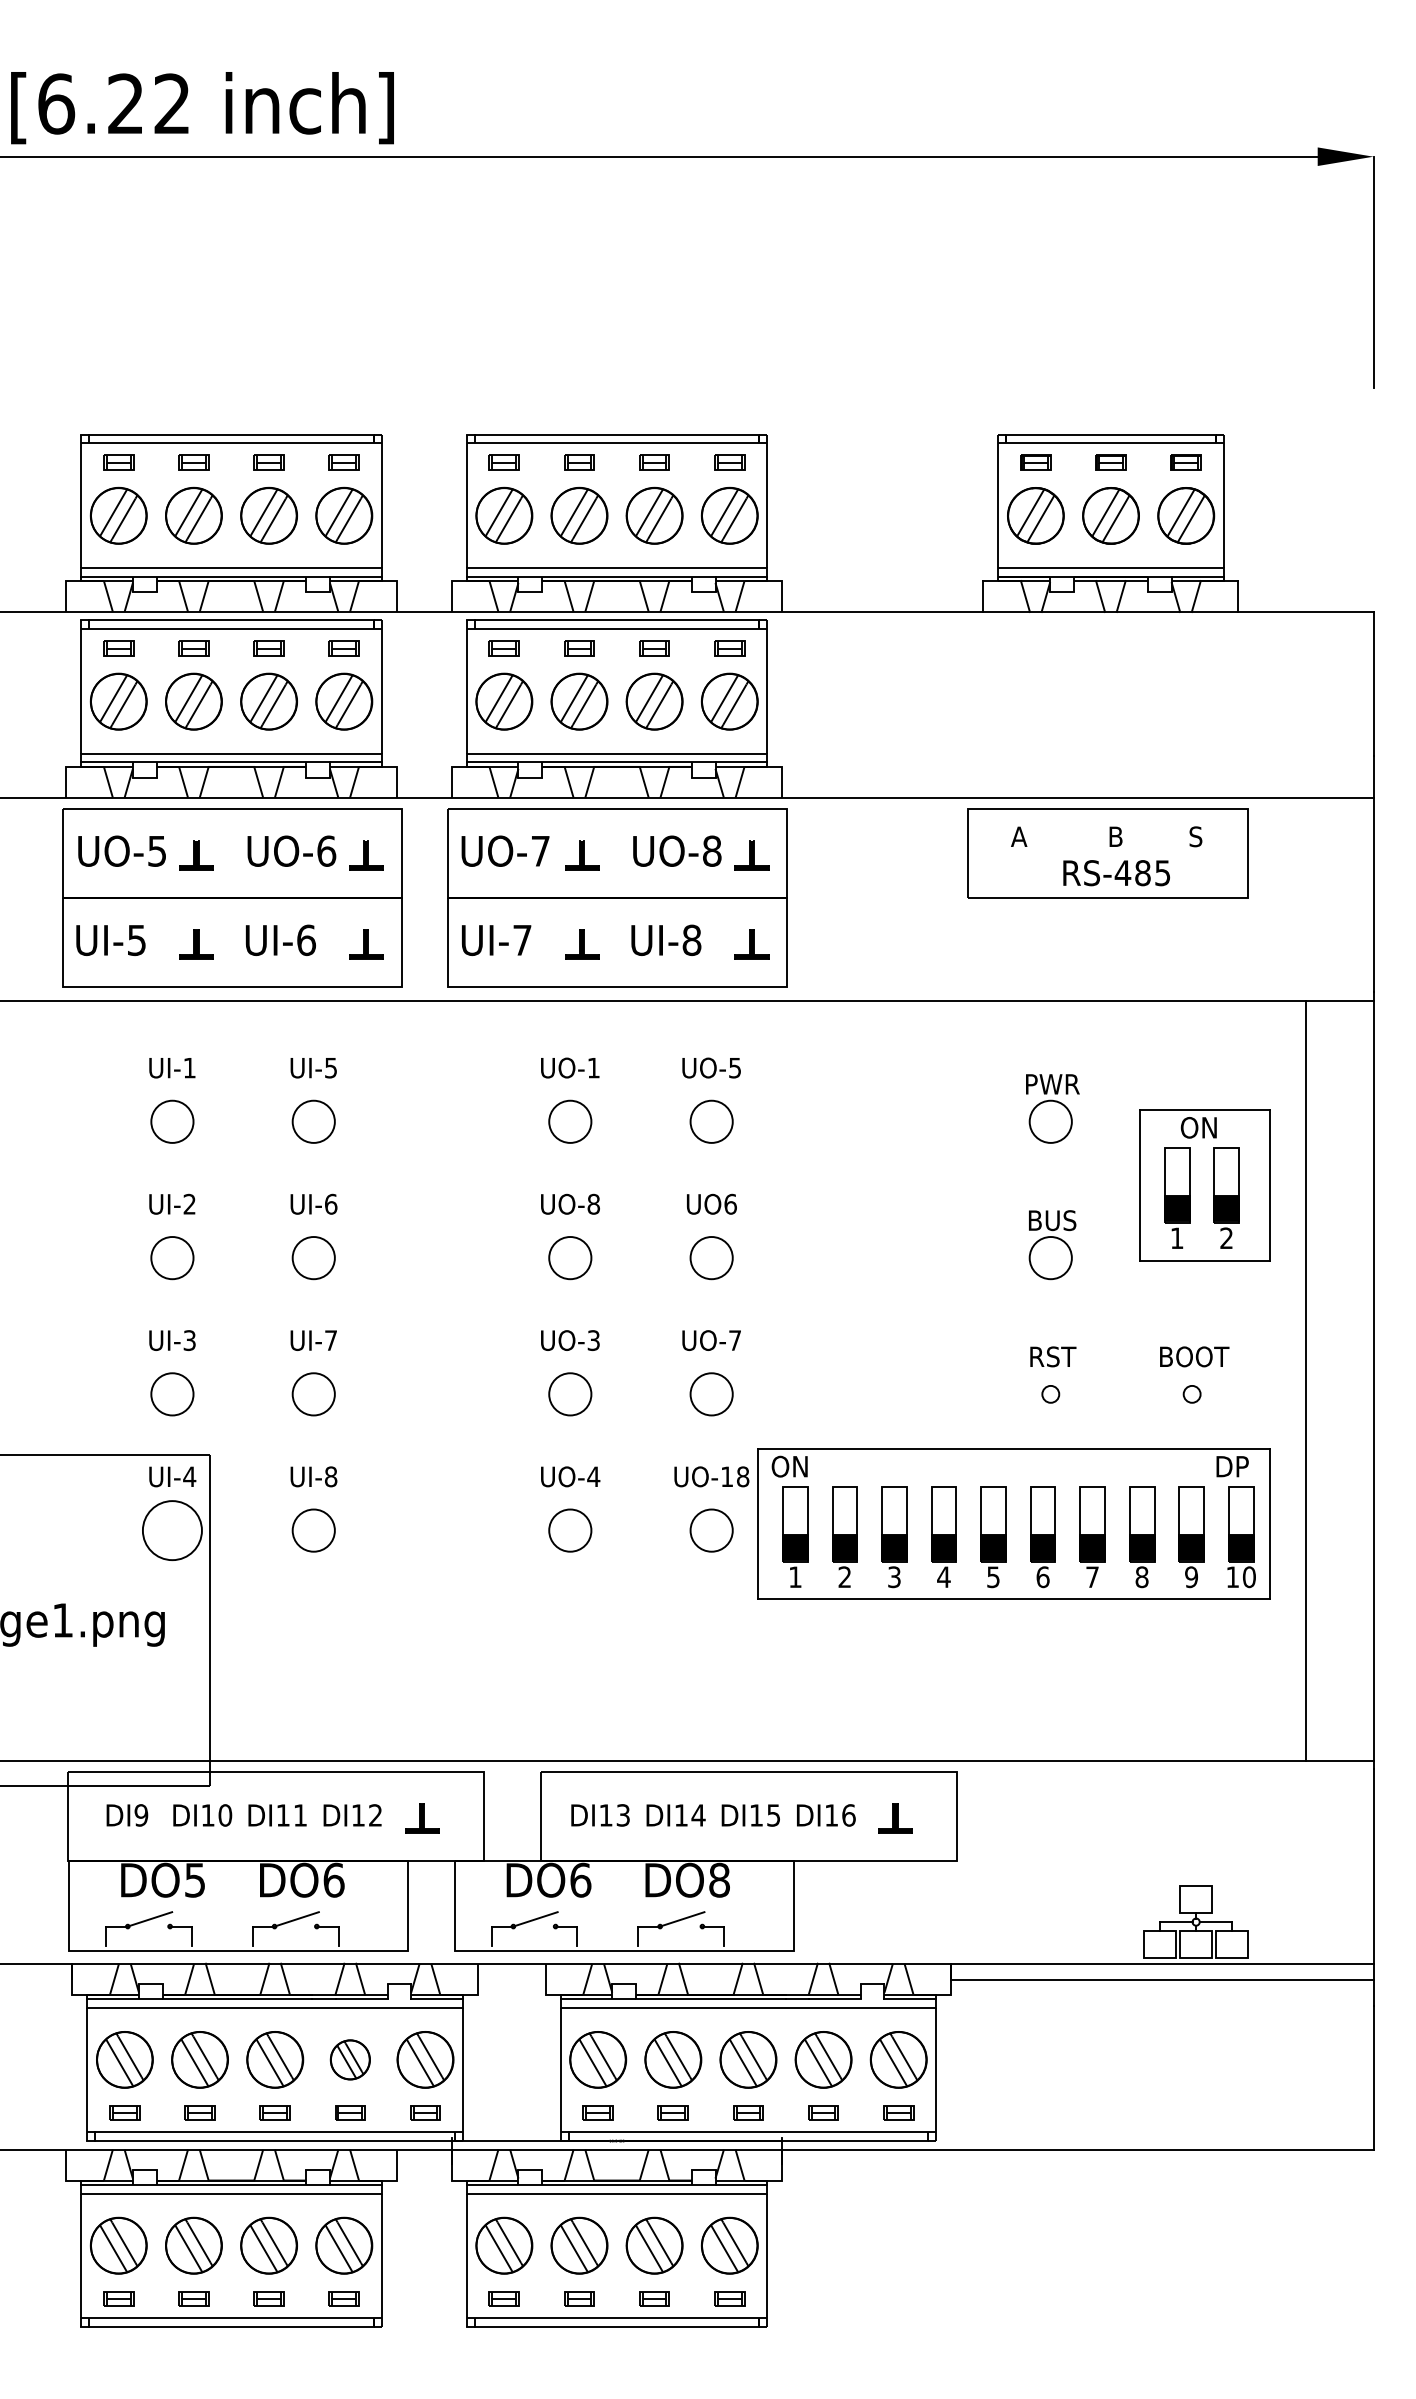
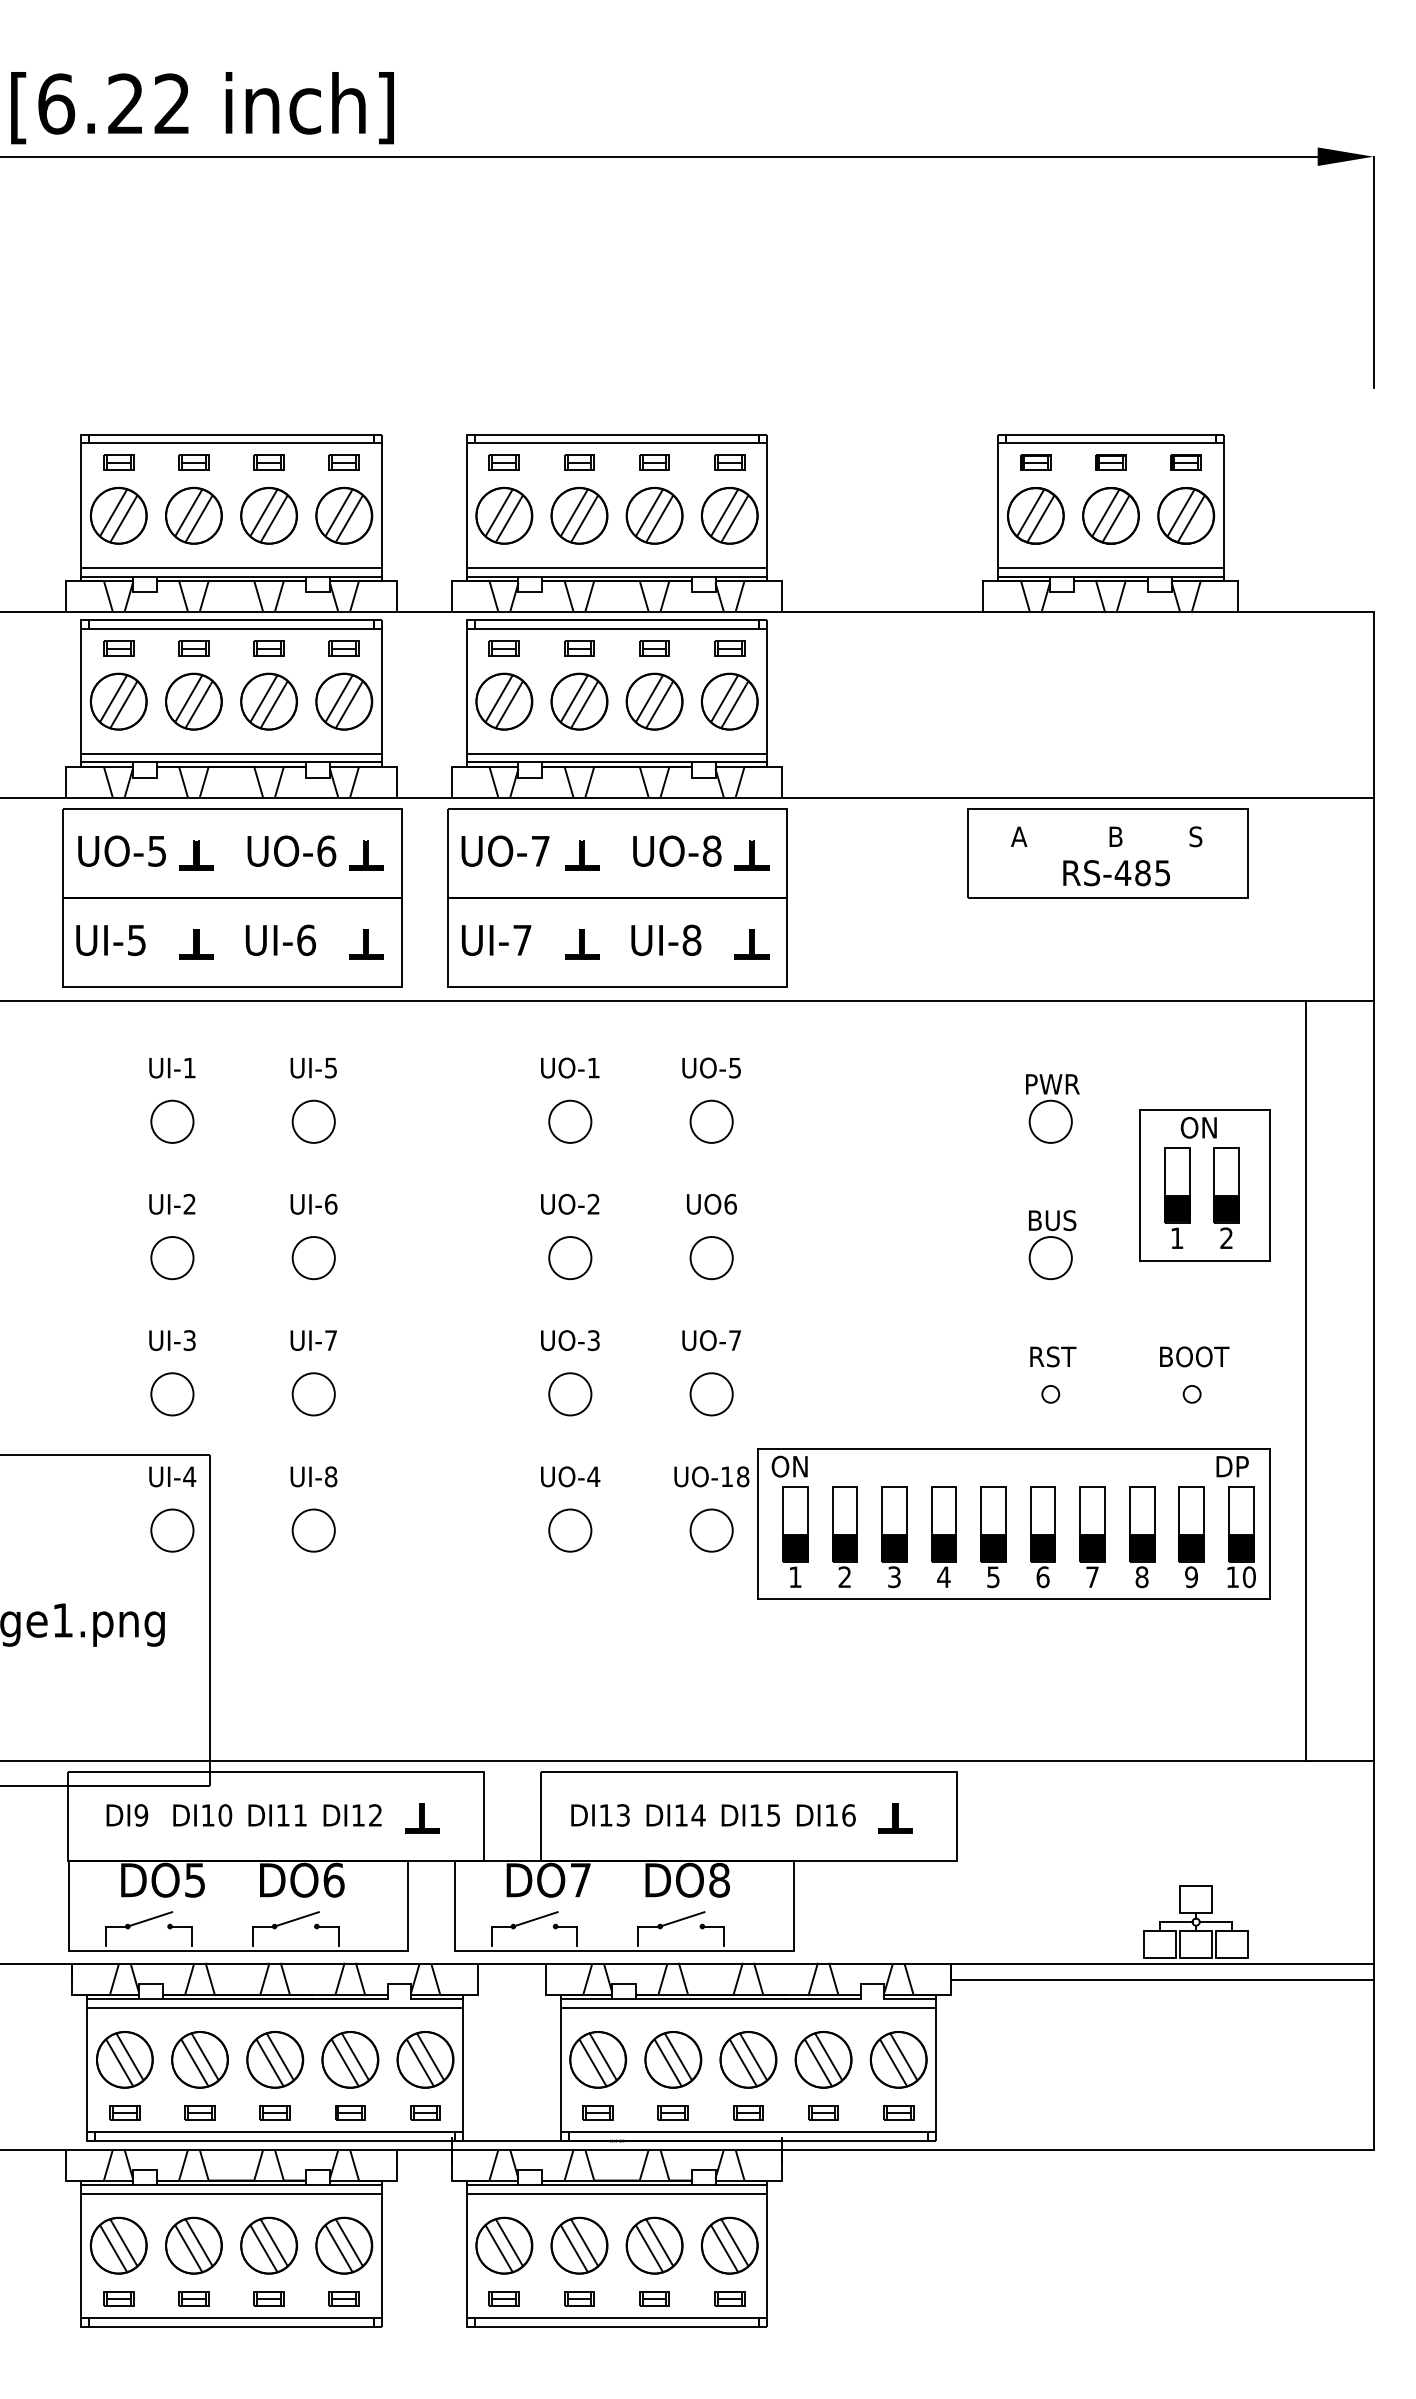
text at (593, 1204): UO-8 -> UO-2
circle at (171, 1530) diameter: 59 px -> 42 px
text at (580, 1879): DO6 -> DO7
part at (349, 2059) size: 42x42 px -> 59x58 px
